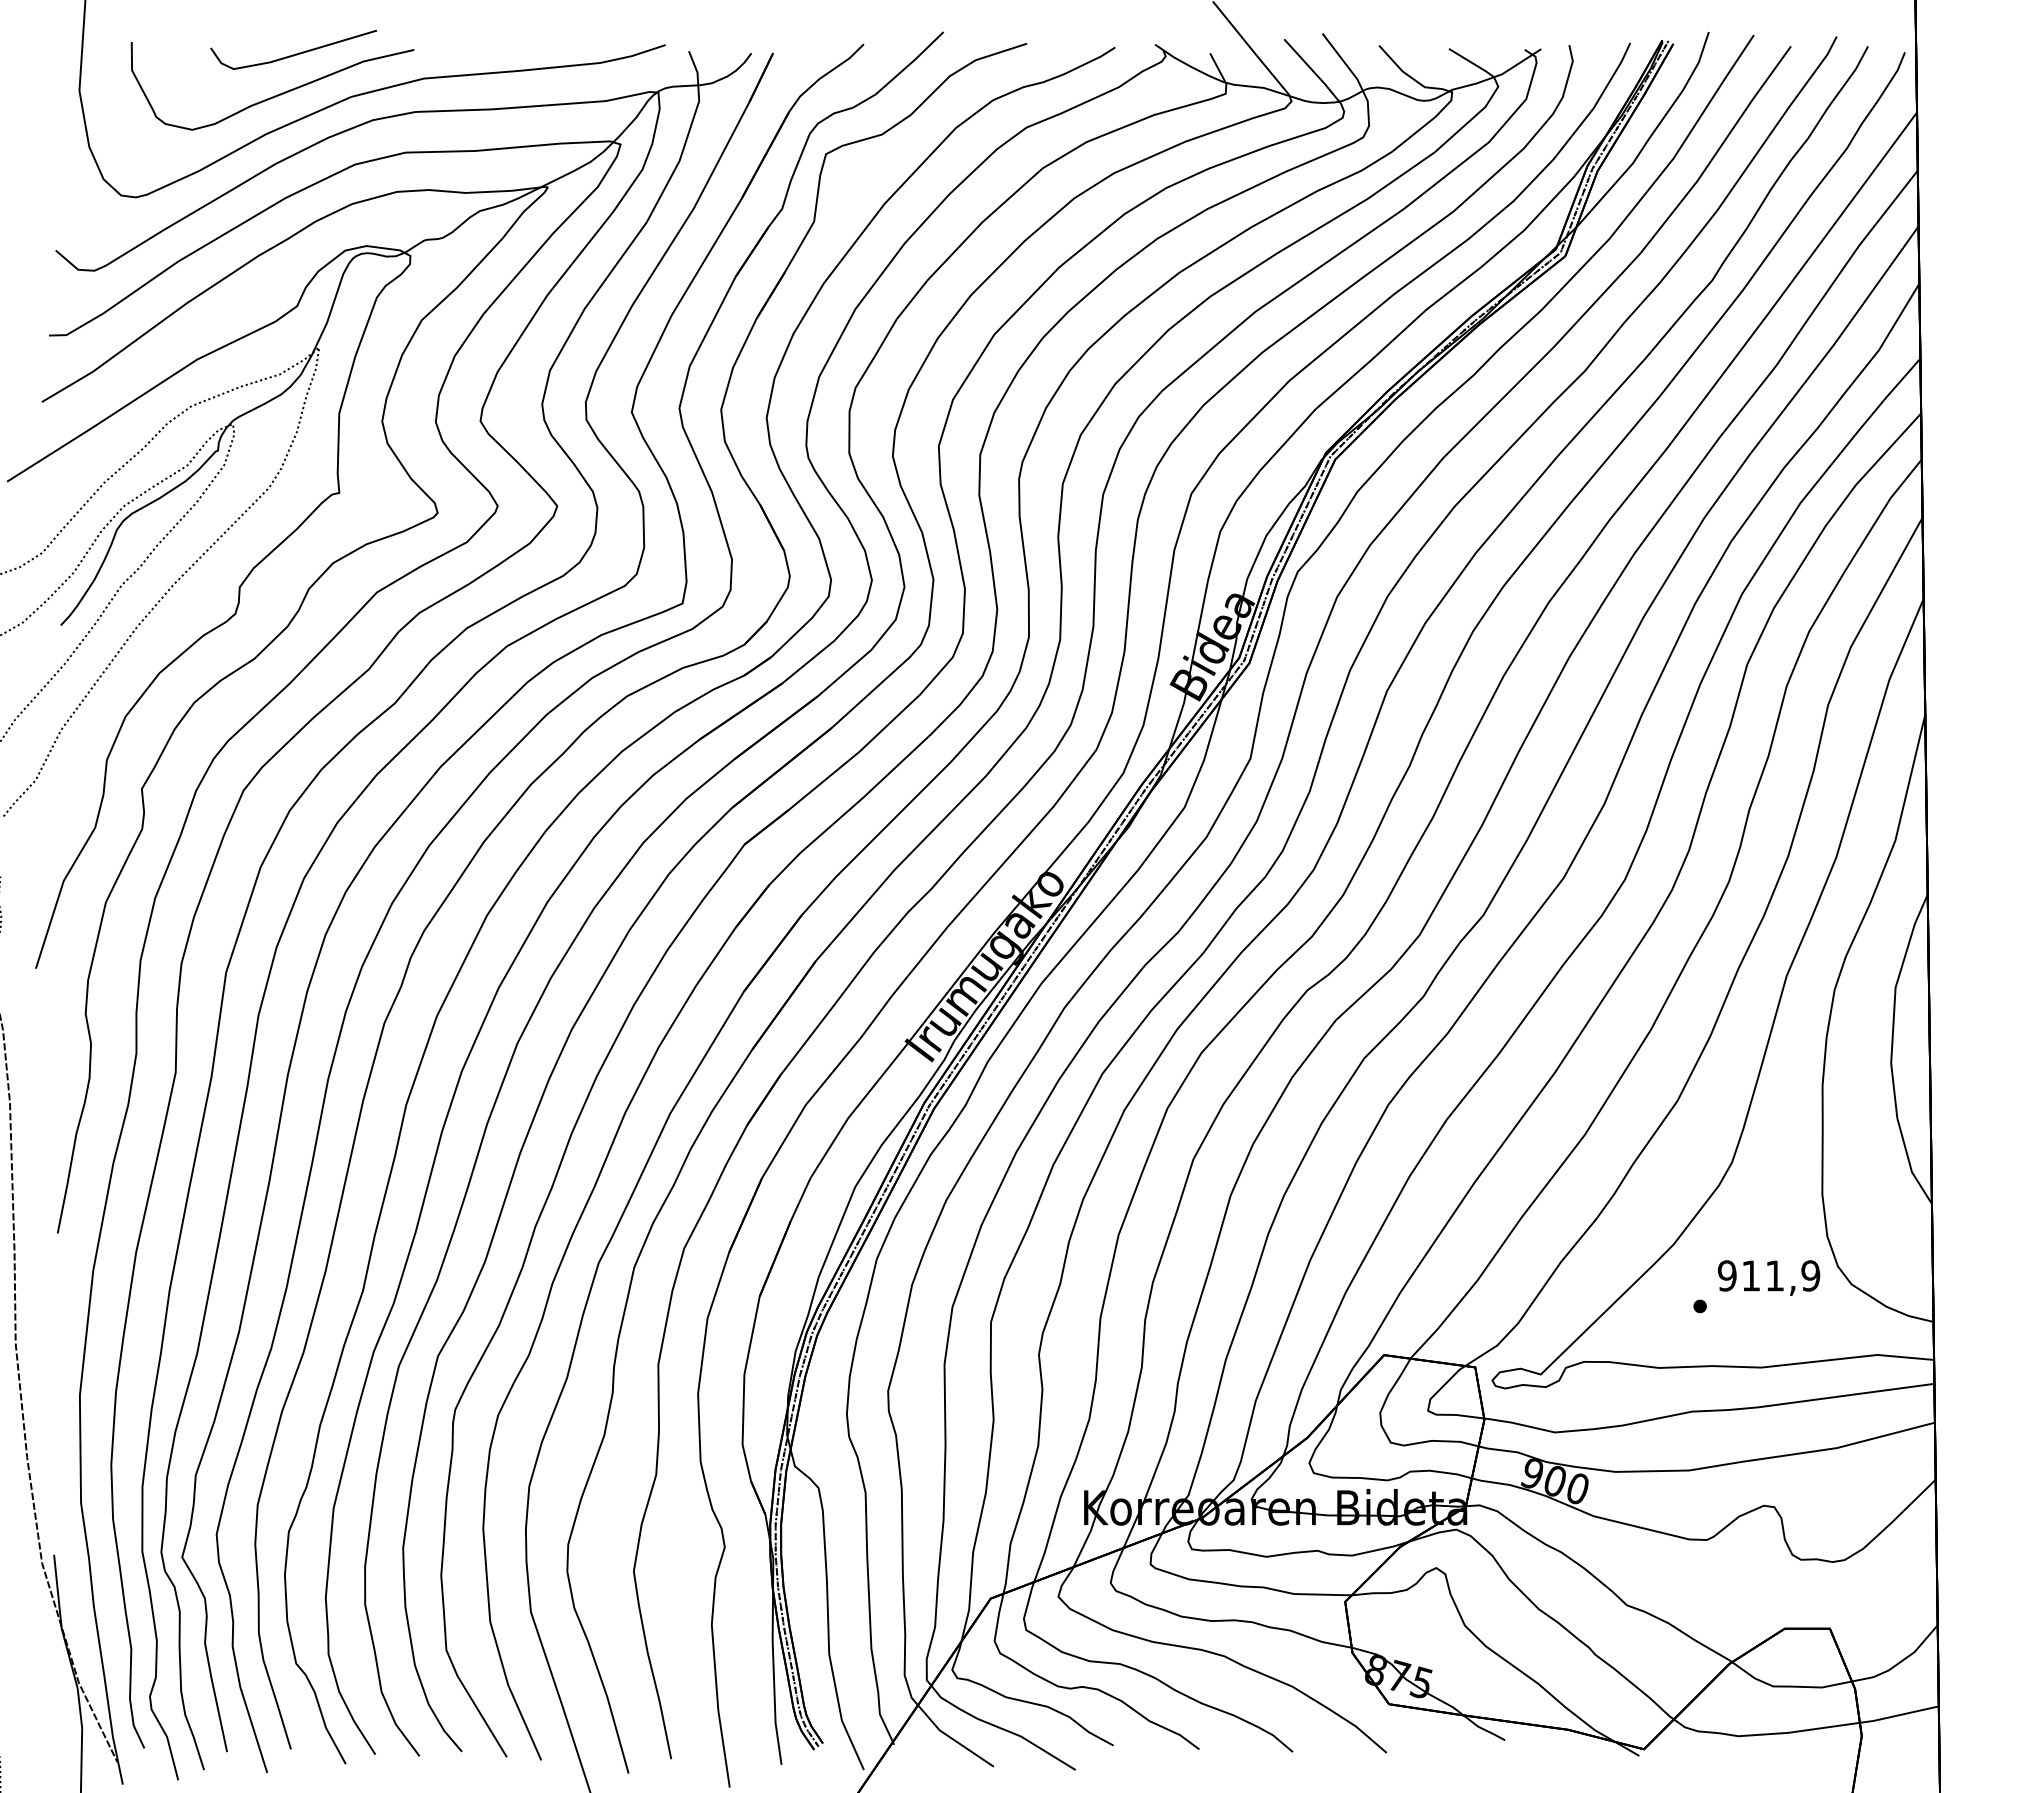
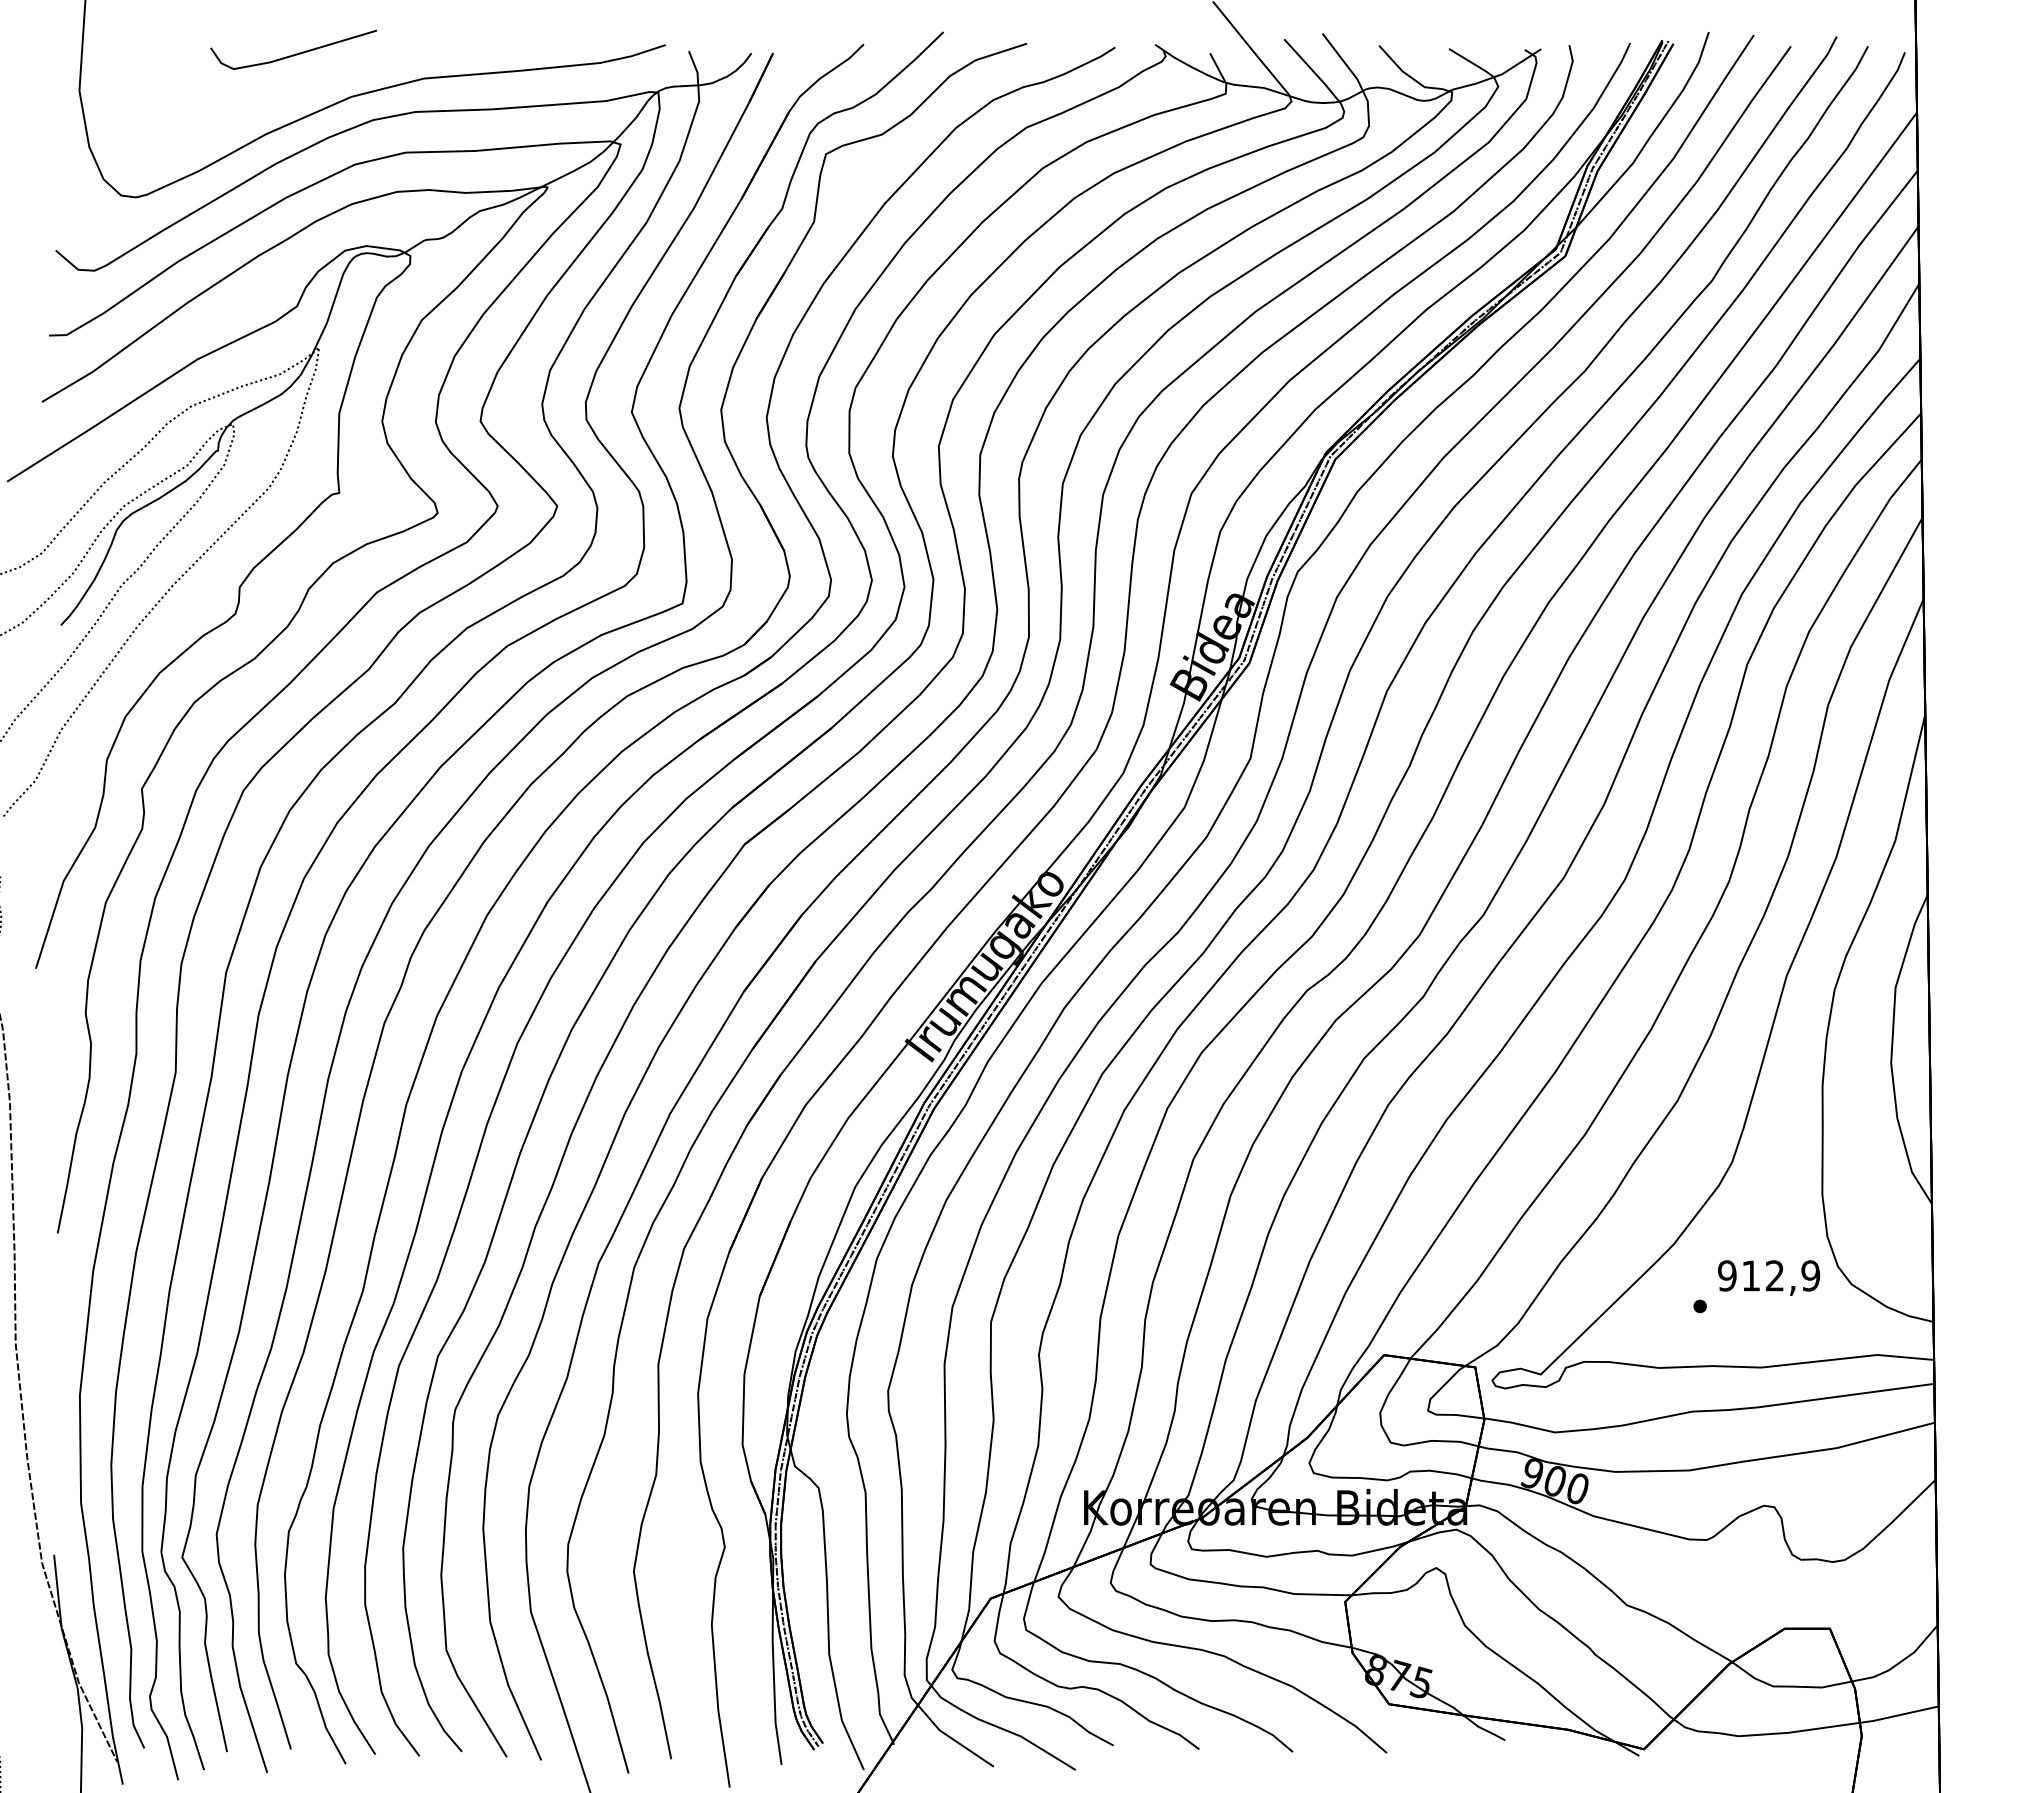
curve at (274, 95): present -> none
text at (1774, 1275): 911,9 -> 912,9
